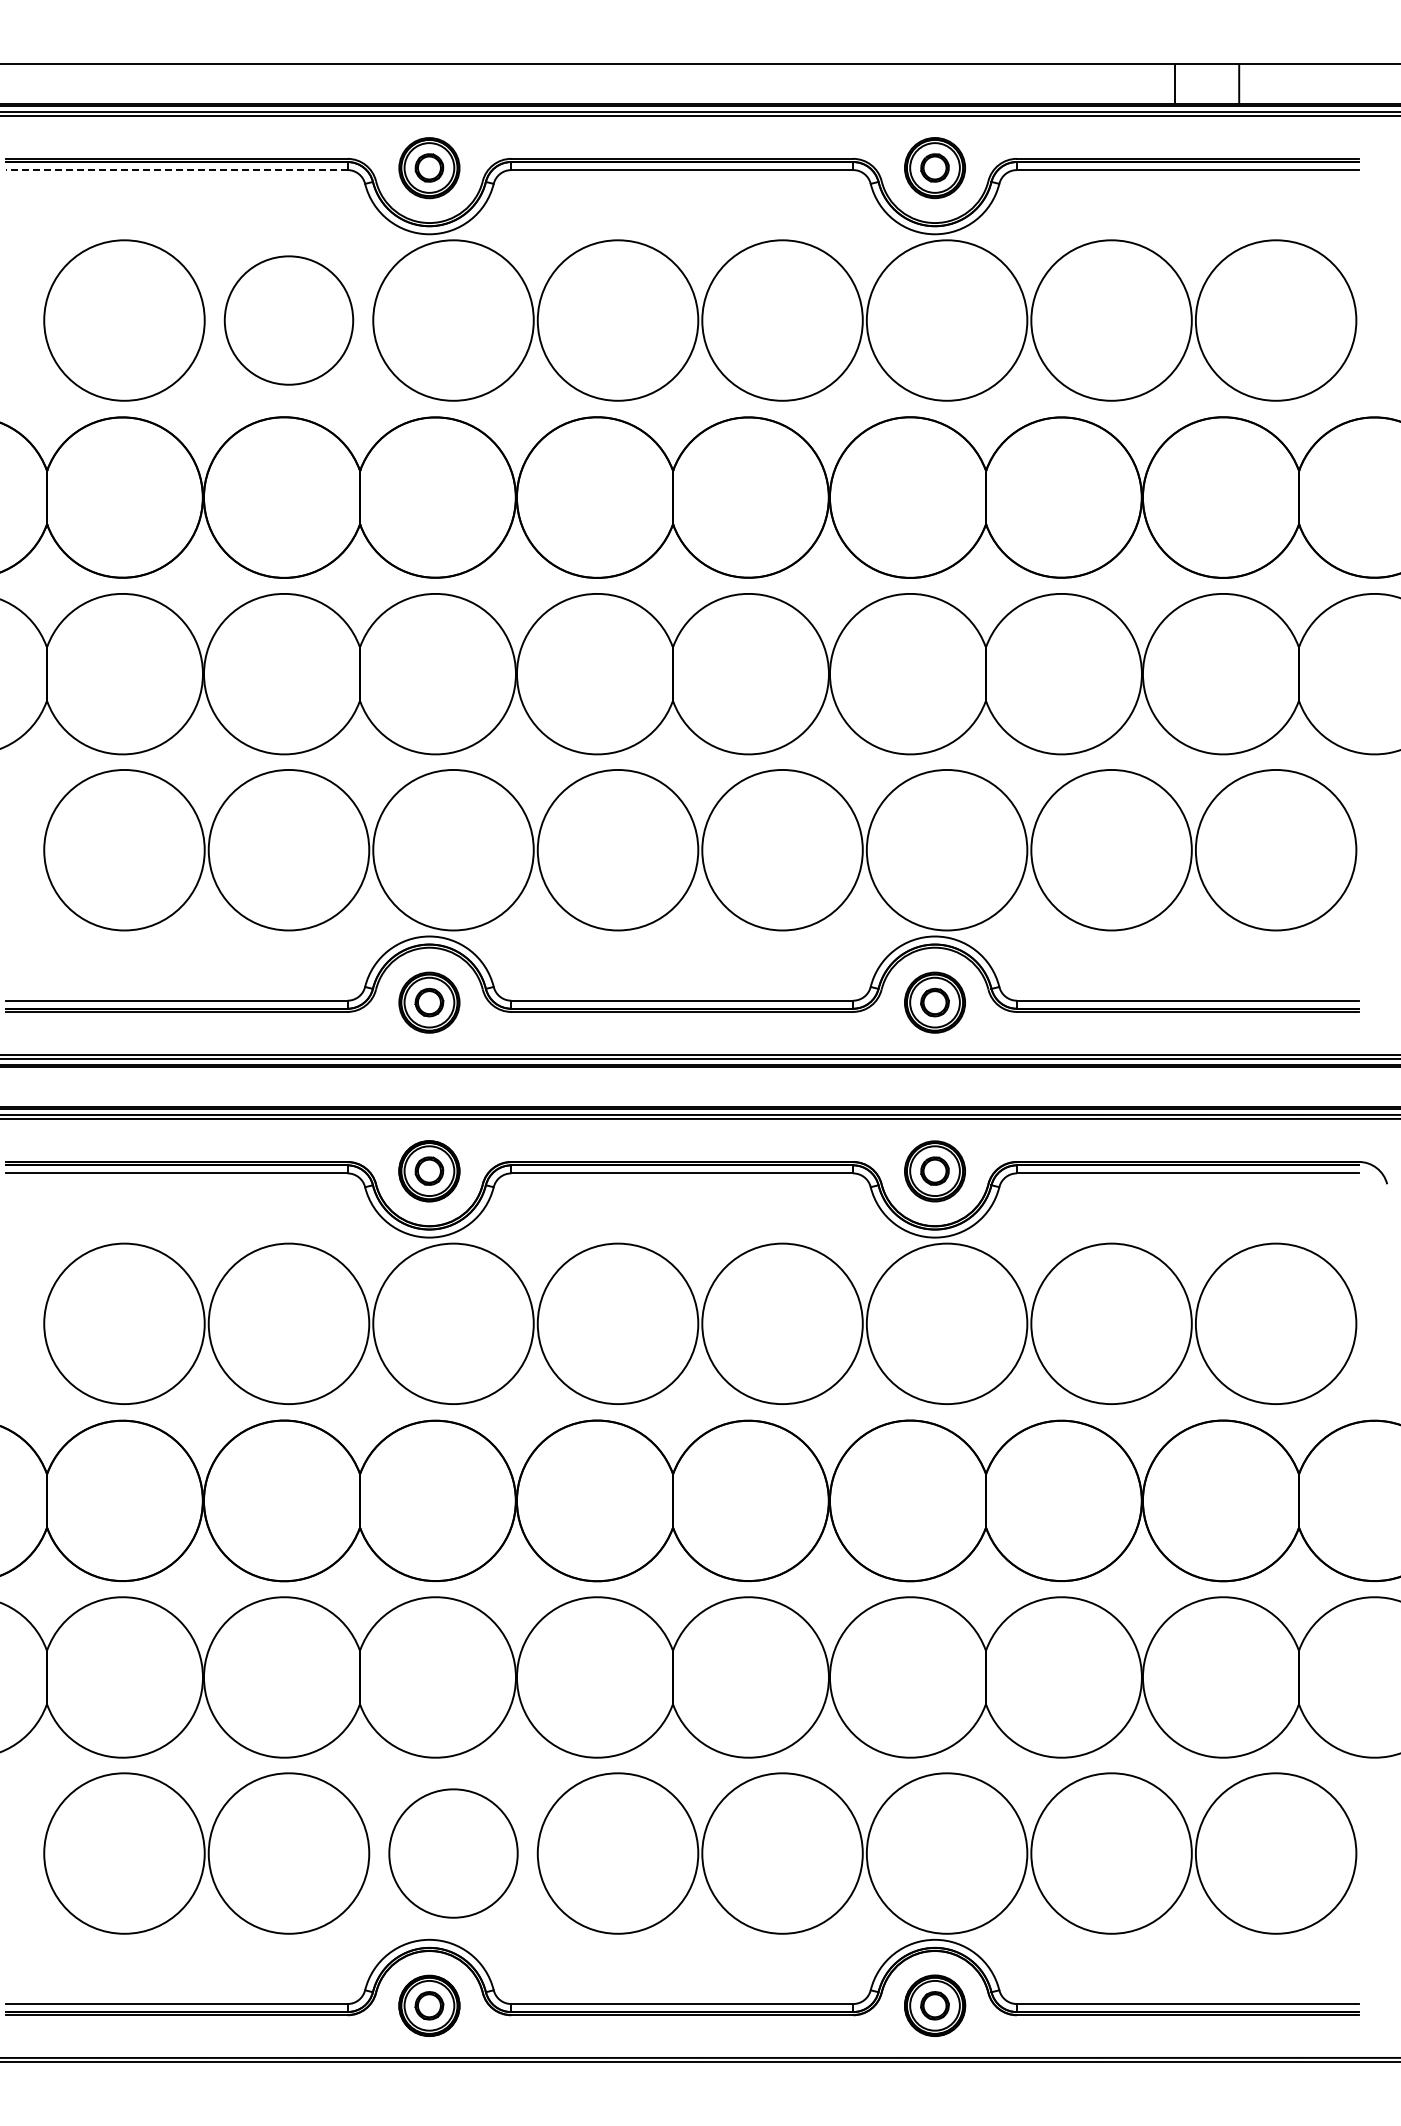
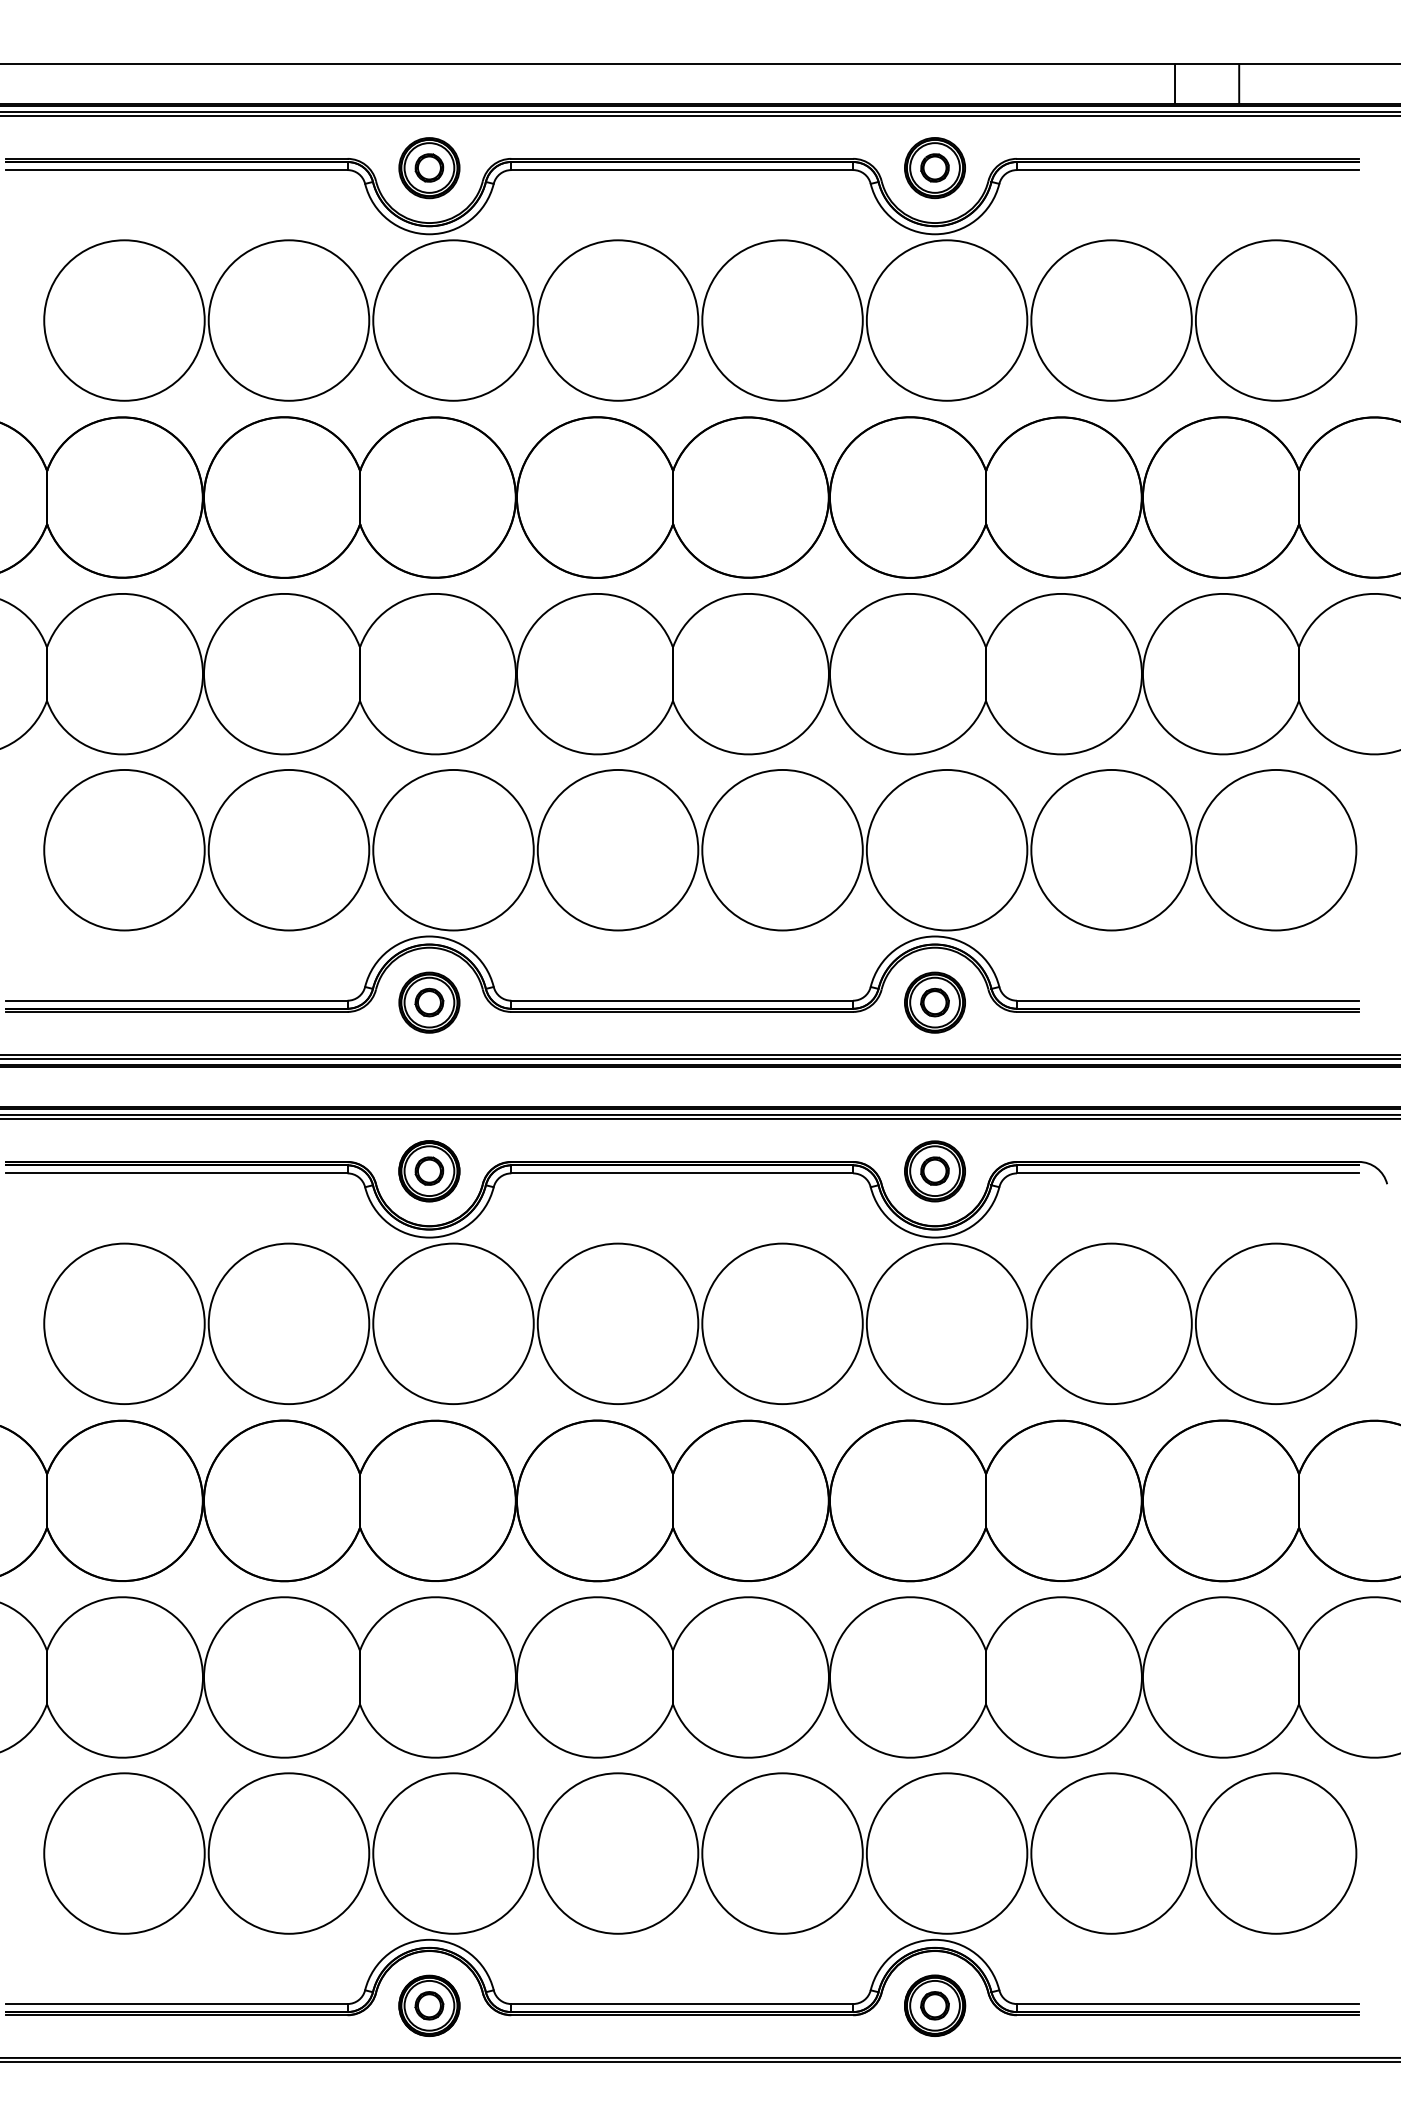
line at (176, 170): dashed -> solid
circle at (288, 320) diameter: 128 px -> 161 px
circle at (453, 1853) diameter: 128 px -> 161 px
